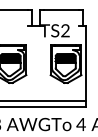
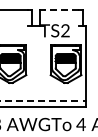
line at (60, 9): solid -> dashed
line at (43, 100): solid -> dashed
